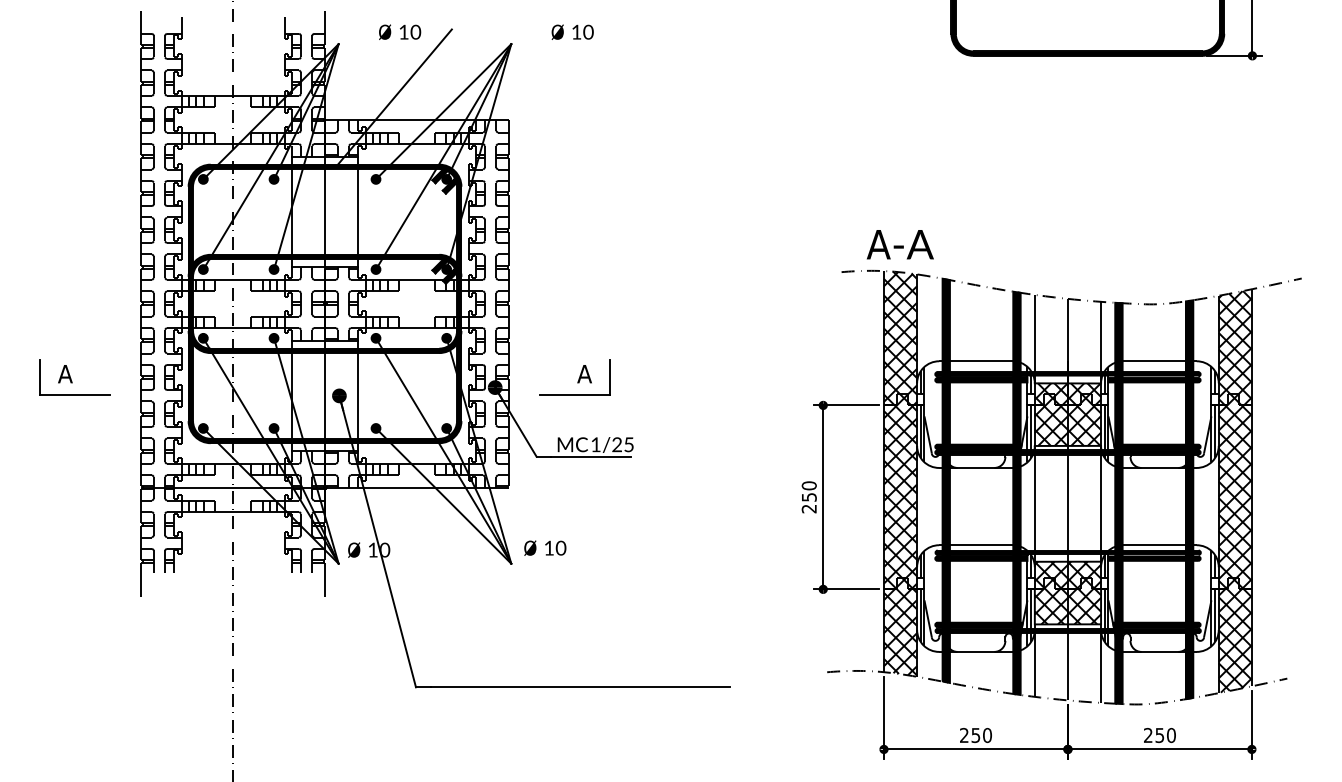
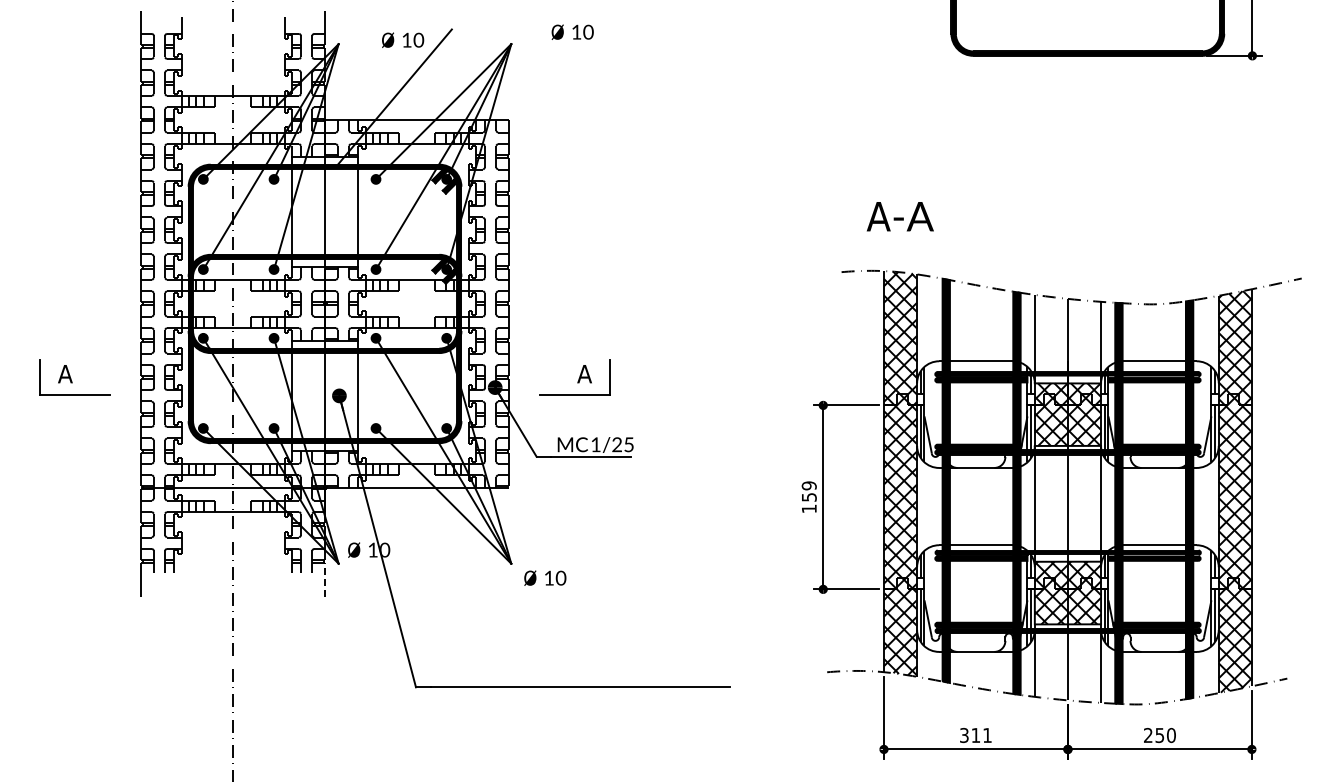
text at (400, 31) position: (400, 31) -> (403, 39)
text at (899, 244) position: (899, 244) -> (899, 216)
text at (808, 497): 250 -> 159
text at (545, 547) position: (545, 547) -> (545, 577)
line at (325, 579): solid -> dashed
text at (975, 735): 250 -> 311
